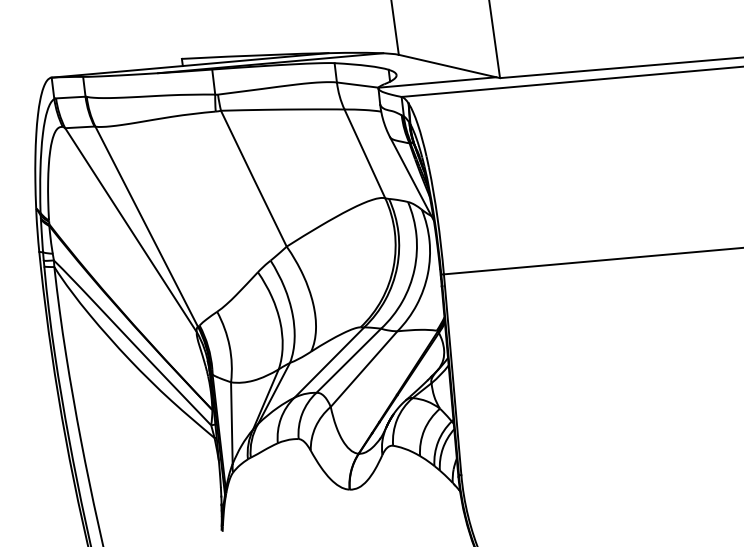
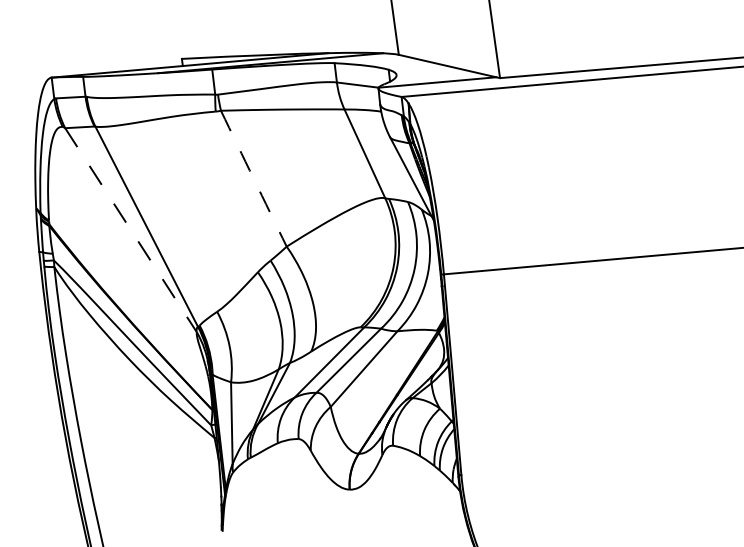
arc at (253, 178): solid -> dashed
line at (131, 230): solid -> dashed
